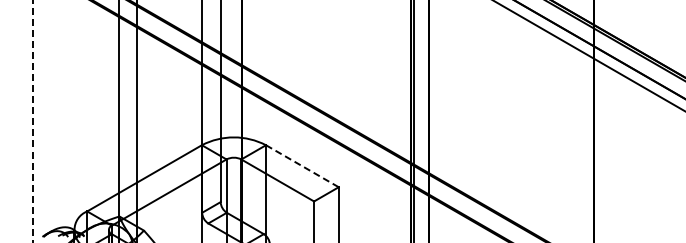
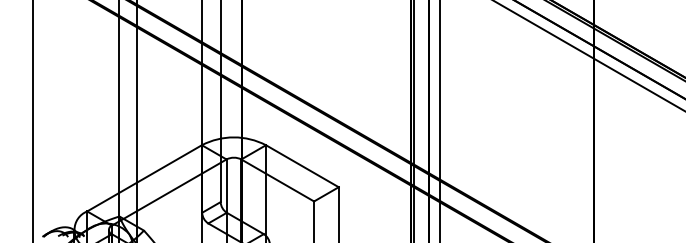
line at (439, 120): none -> present
line at (32, 121): dashed -> solid
line at (302, 166): dashed -> solid
